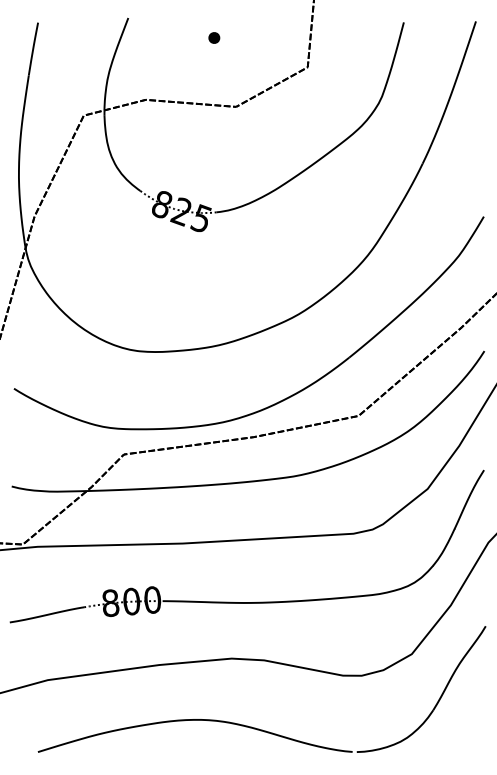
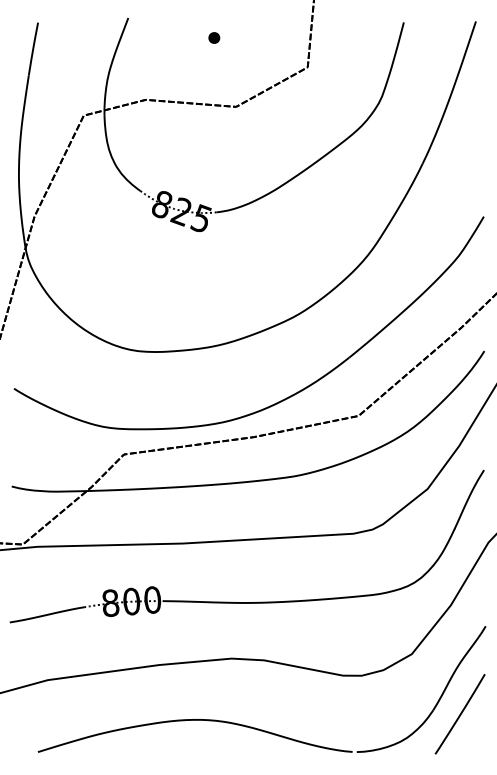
line at (459, 714): none -> present
